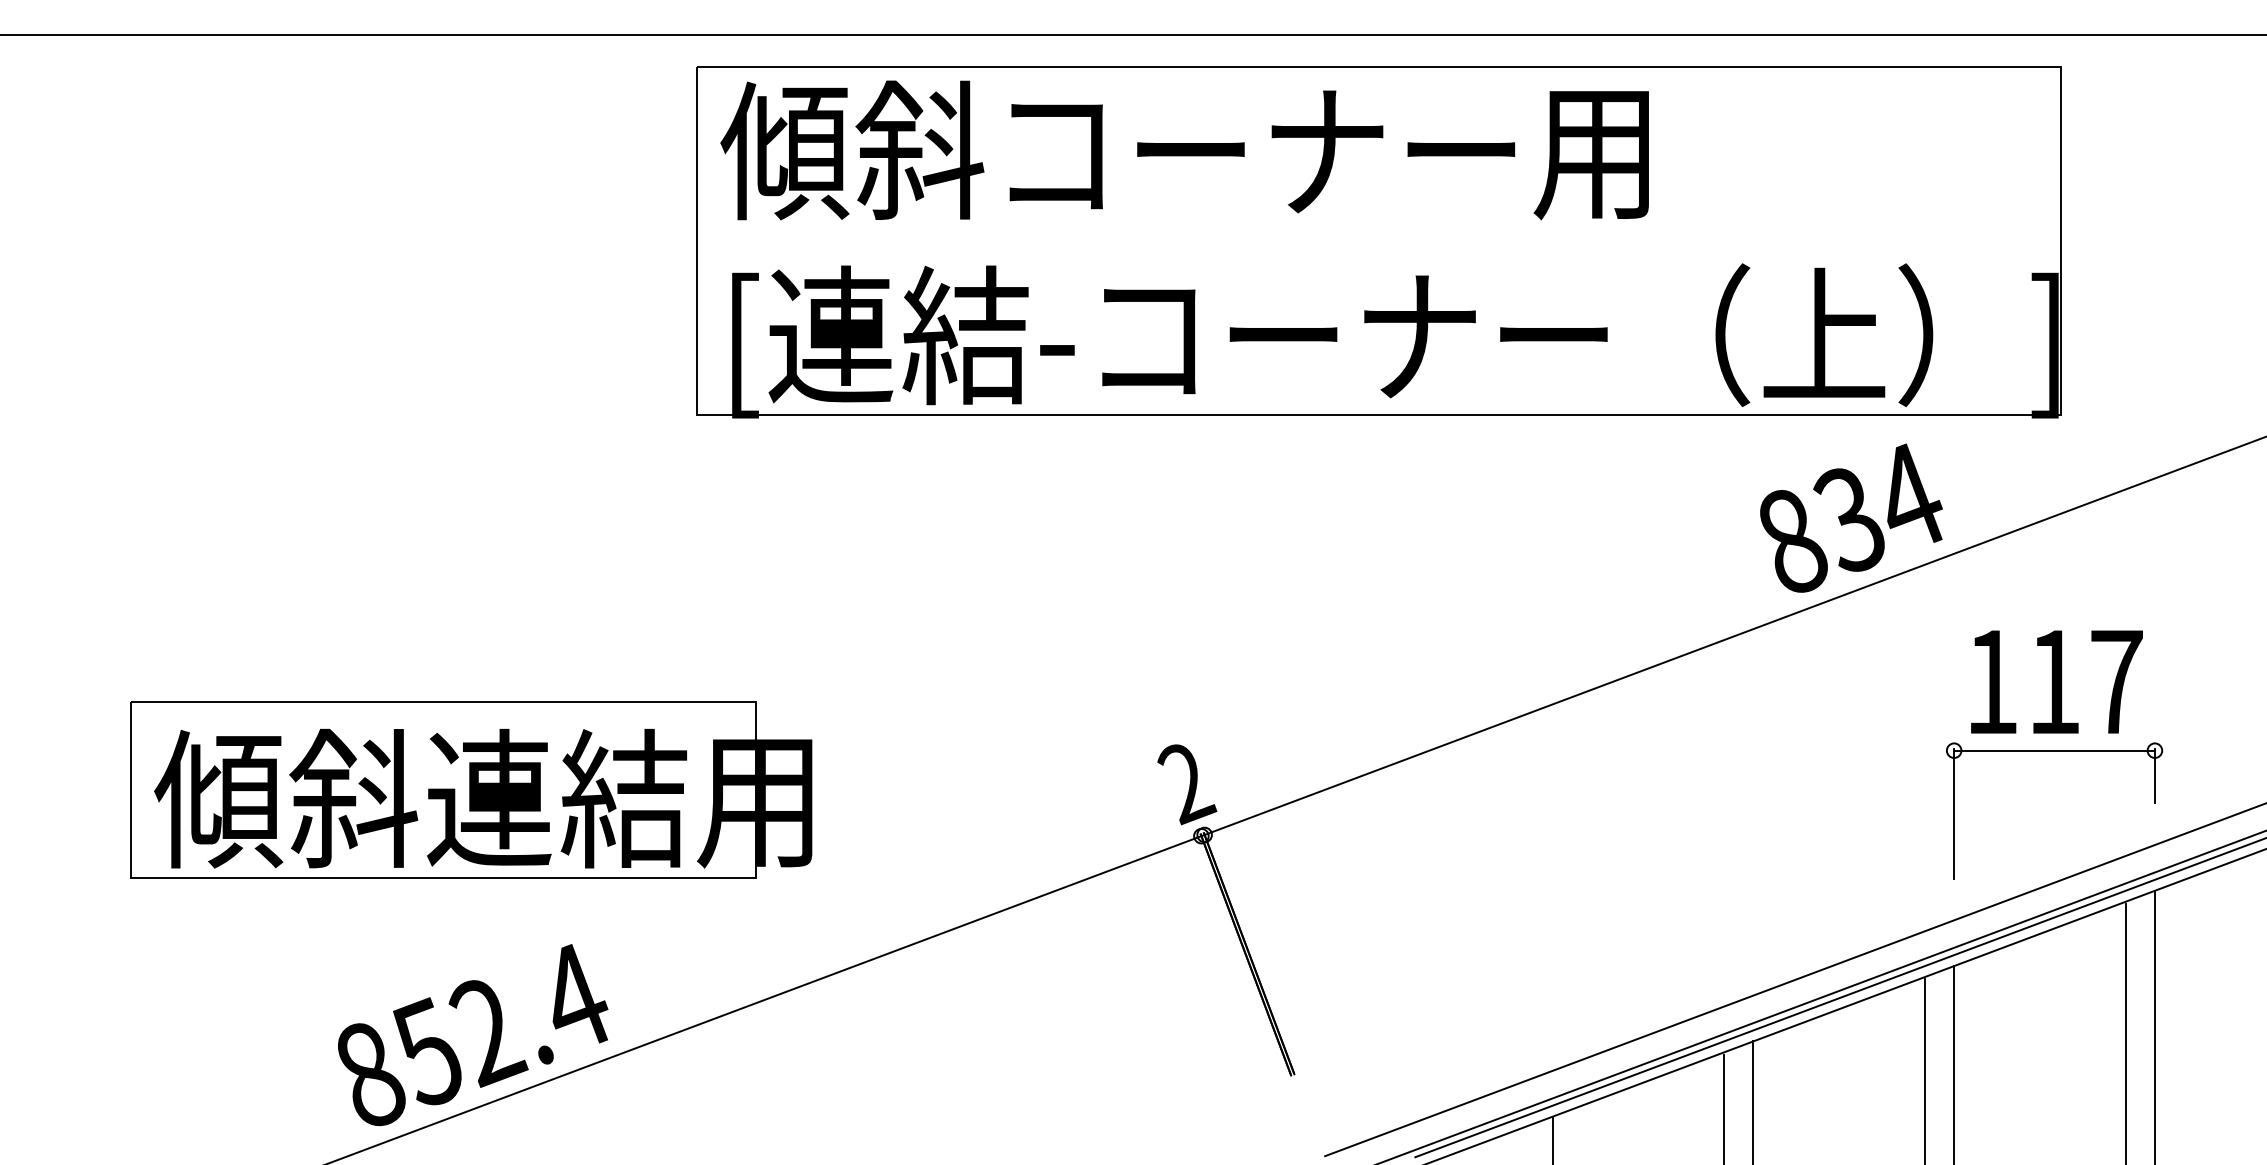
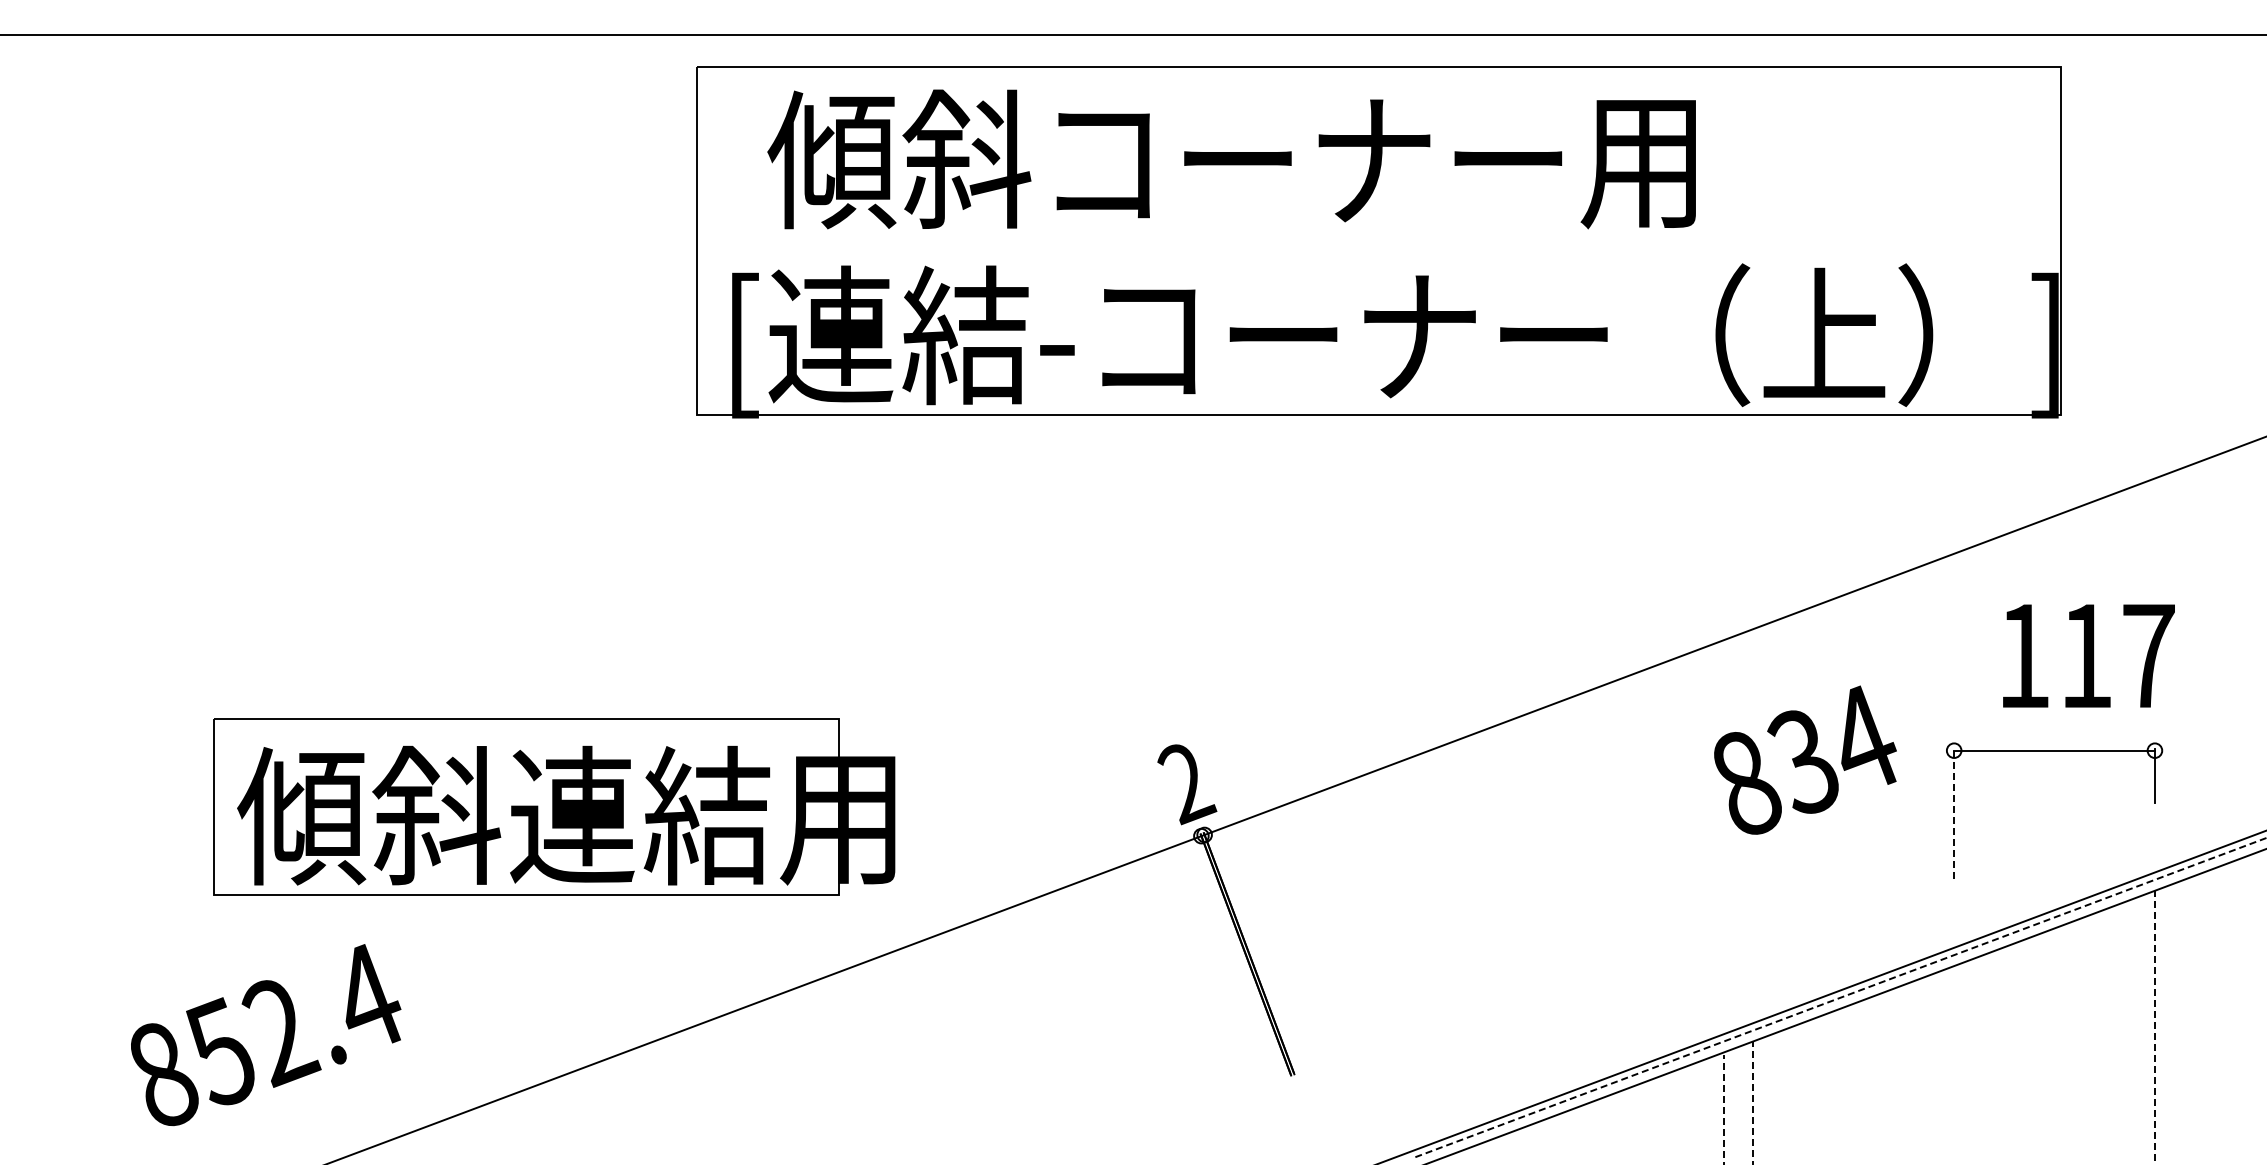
text at (1184, 150) position: (1184, 150) -> (1231, 159)
text at (1851, 517) position: (1851, 517) -> (1805, 759)
text at (2056, 681) position: (2056, 681) -> (2088, 655)
part at (471, 789) position: (471, 789) -> (554, 806)
line at (1954, 813): solid -> dashed
line at (1794, 980): present -> none
line at (1841, 997): solid -> dashed
line at (2154, 1027): solid -> dashed
line at (2125, 1032): present -> none
text at (473, 1035) position: (473, 1035) -> (266, 1035)
line at (1954, 1063): present -> none
line at (1924, 1070): present -> none
line at (1753, 1102): solid -> dashed
line at (1724, 1109): solid -> dashed
line at (1552, 1138): present -> none
